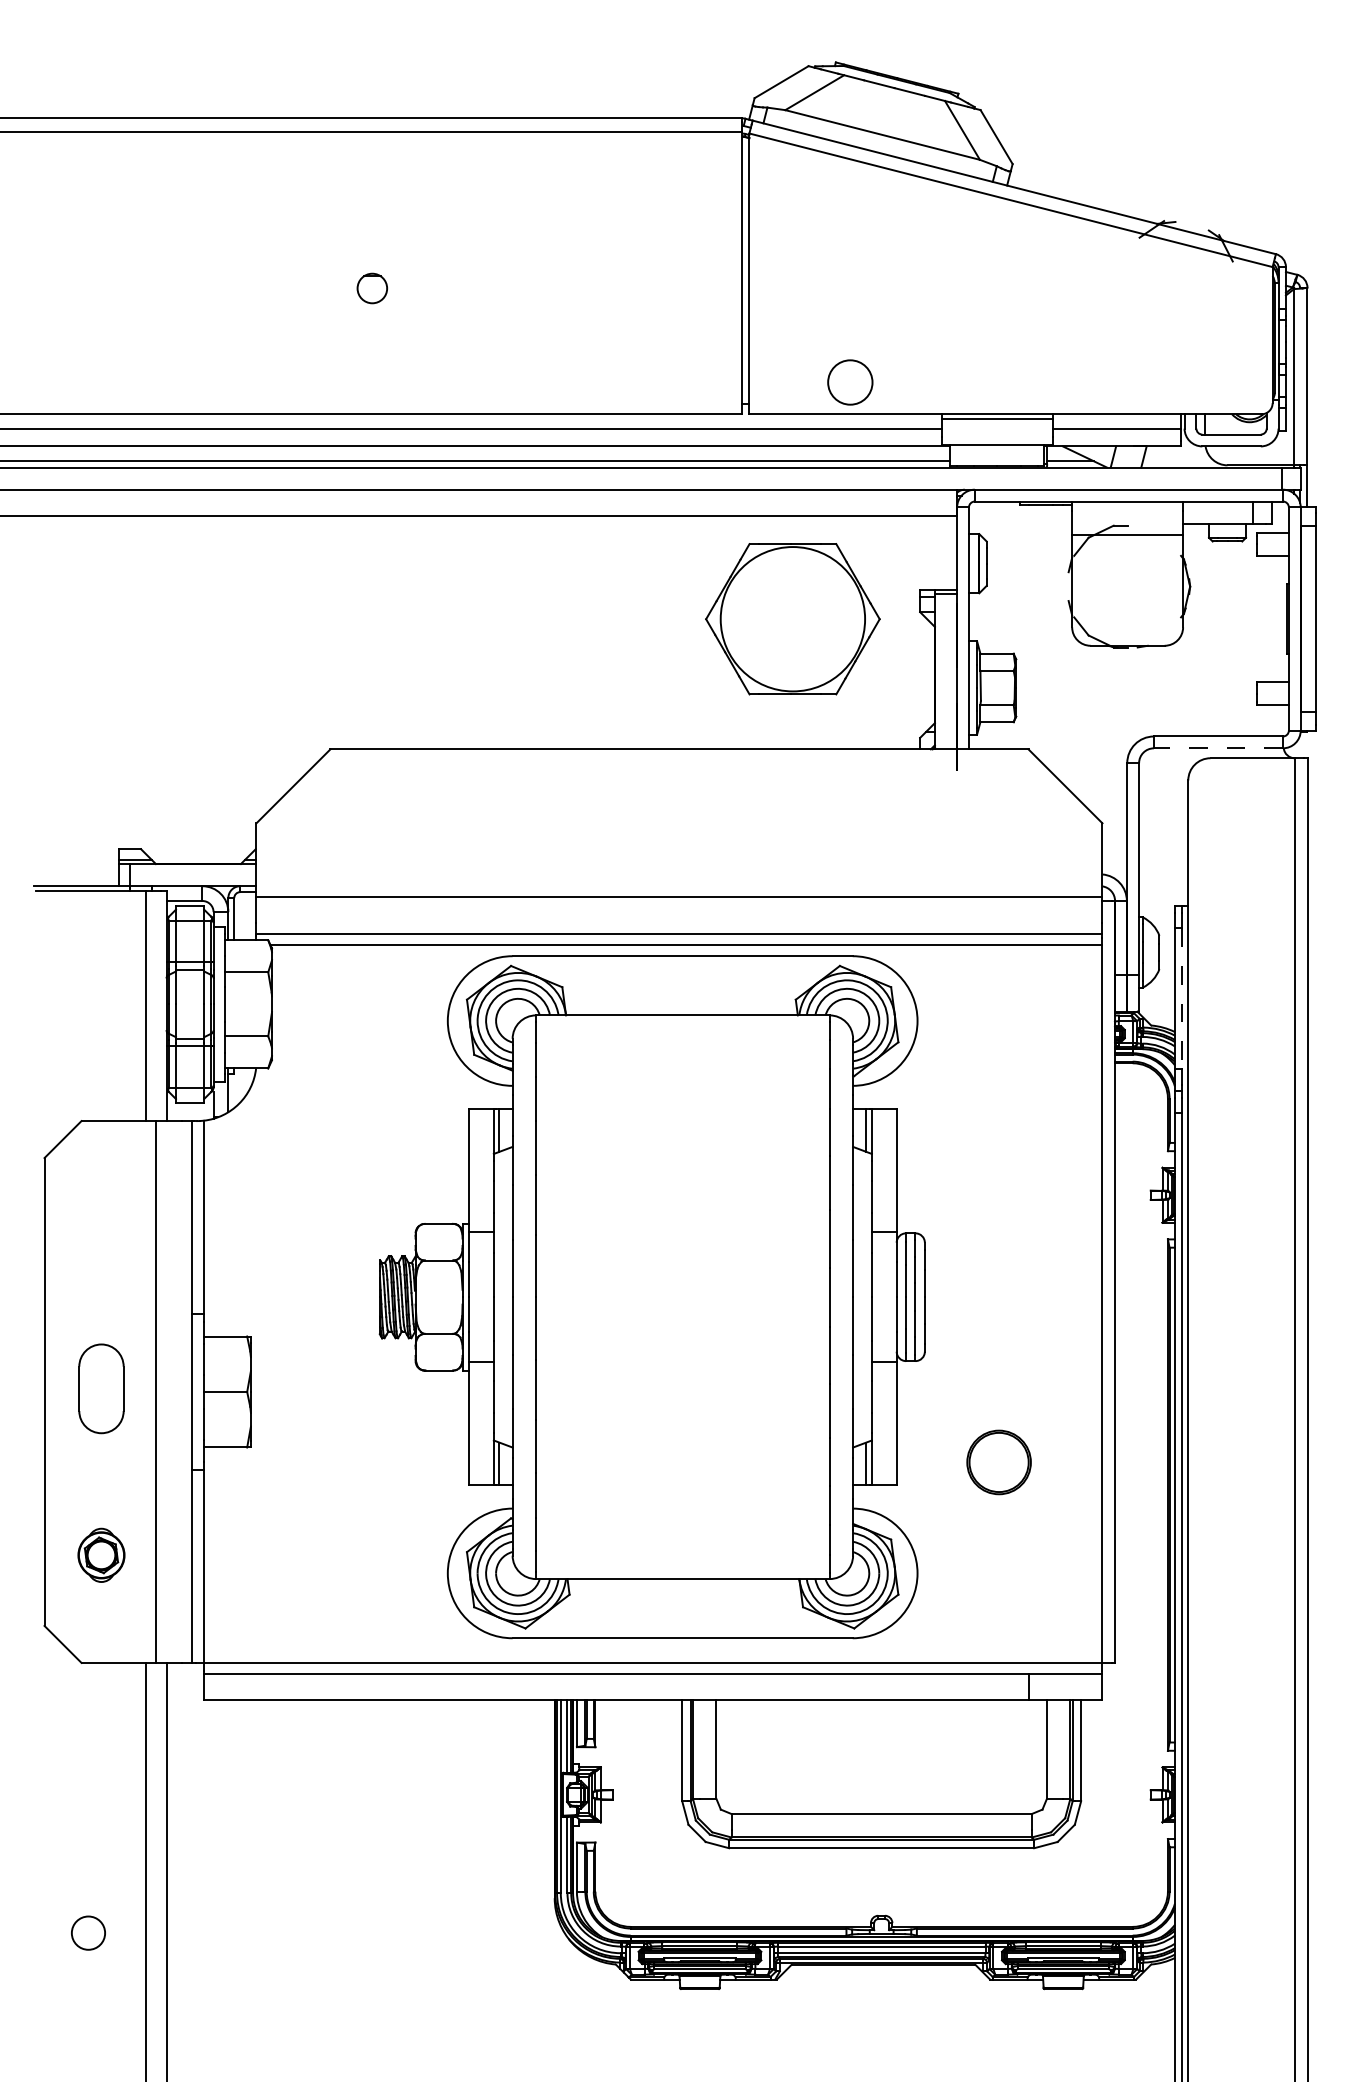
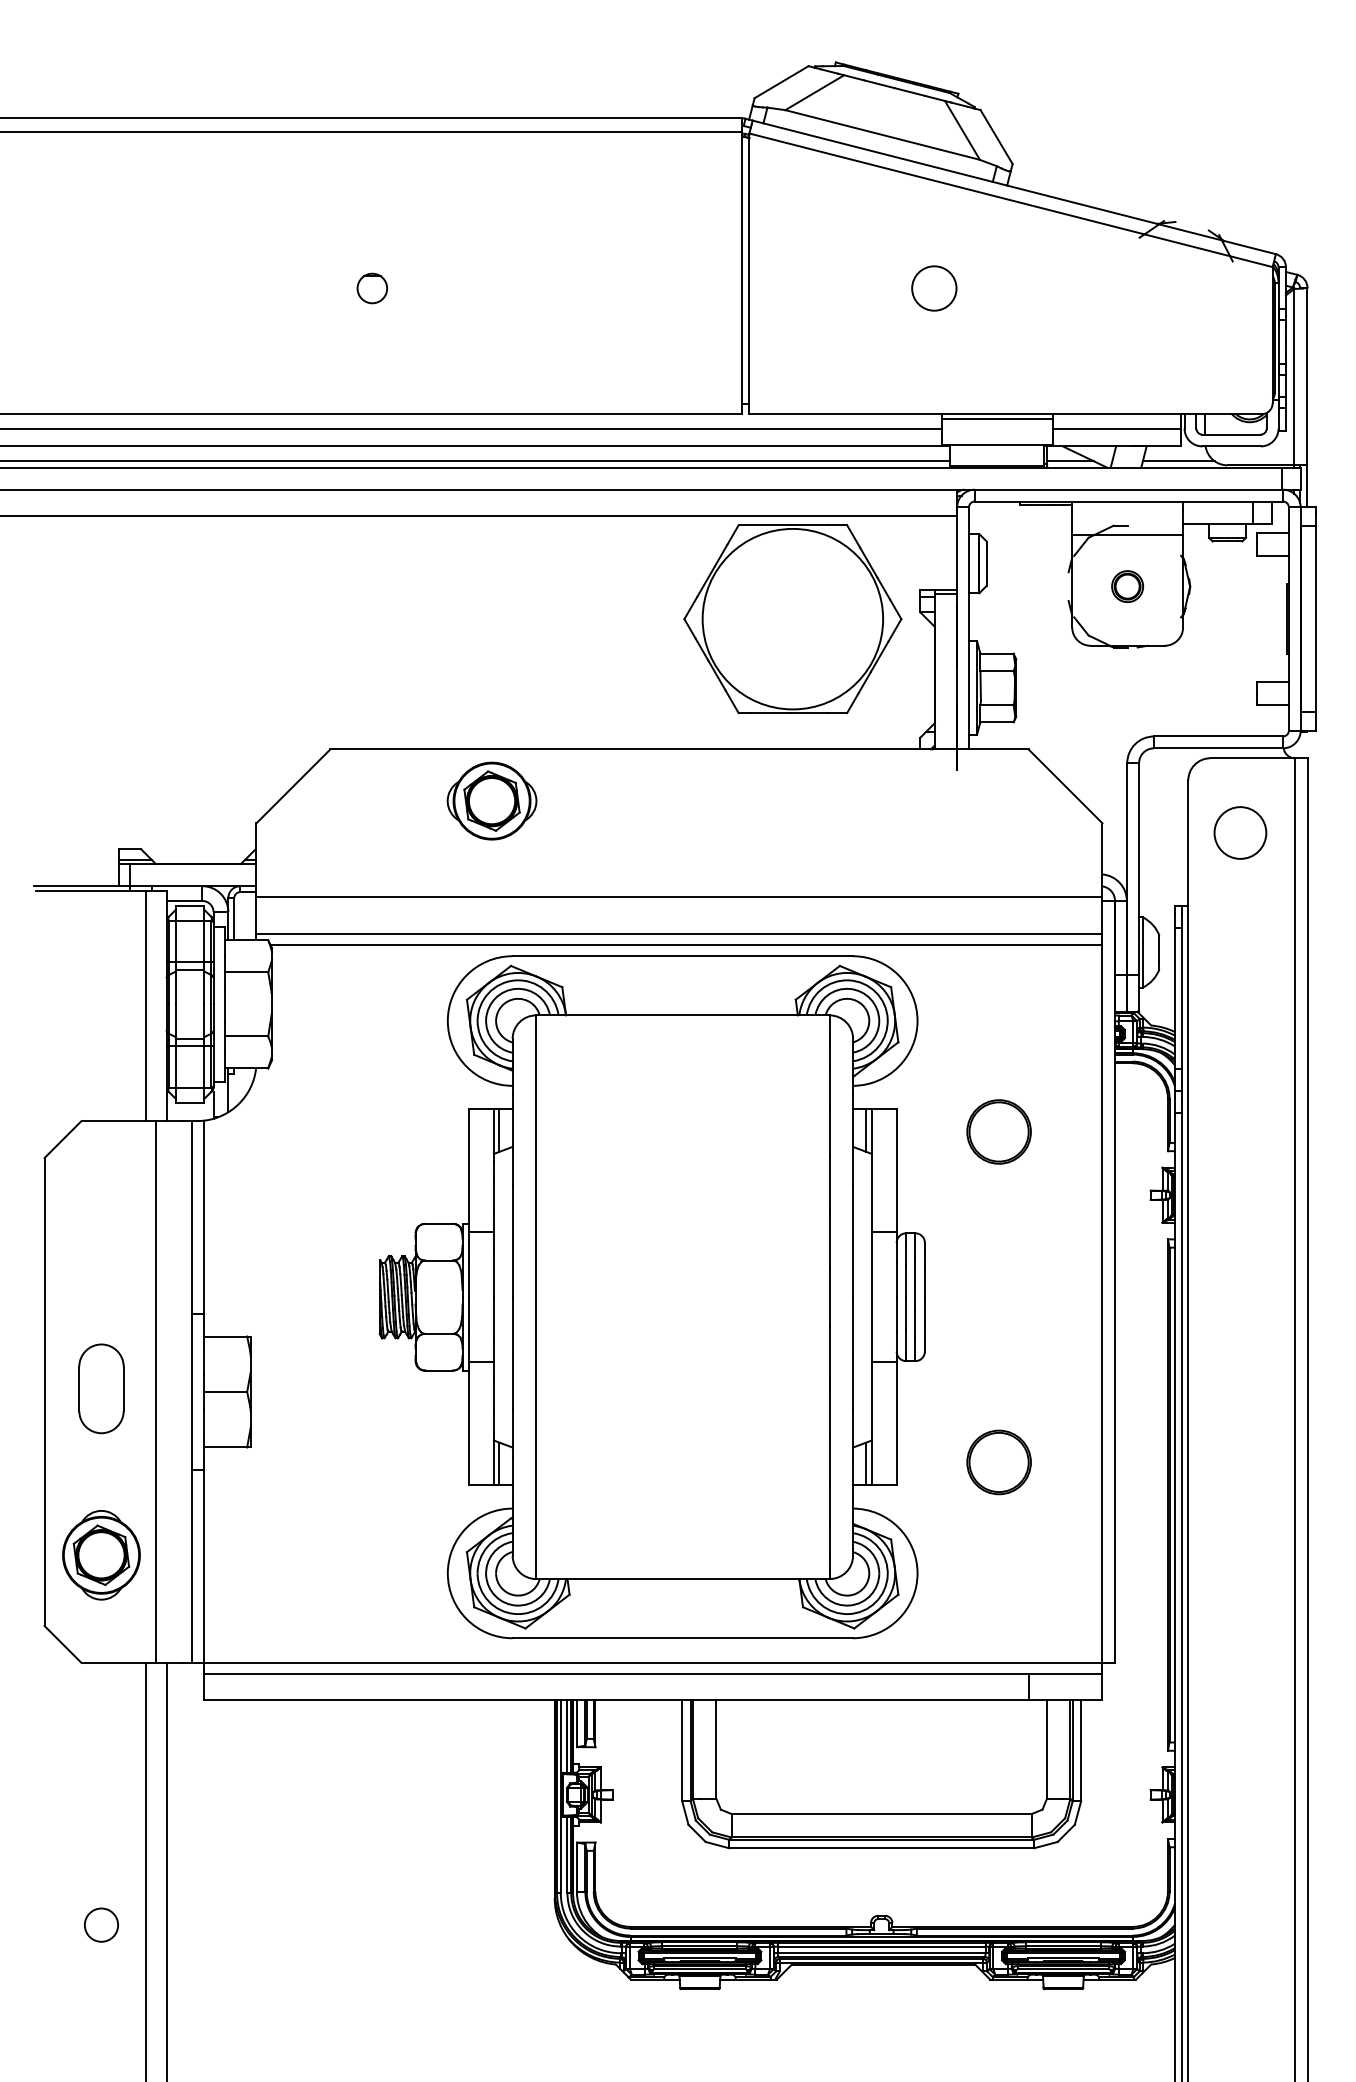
circle at (850, 382) position: (850, 382) -> (934, 288)
line at (1178, 461): none -> present
part at (1127, 586): none -> present
part at (792, 619) size: 176x153 px -> 220x191 px
line at (1218, 748): dashed -> solid
part at (491, 800): none -> present
circle at (1240, 832): none -> present
line at (1182, 999): dashed -> solid
part at (998, 1131): none -> present
part at (101, 1554) size: 49x56 px -> 79x91 px
circle at (88, 1932) position: (88, 1932) -> (101, 1924)
